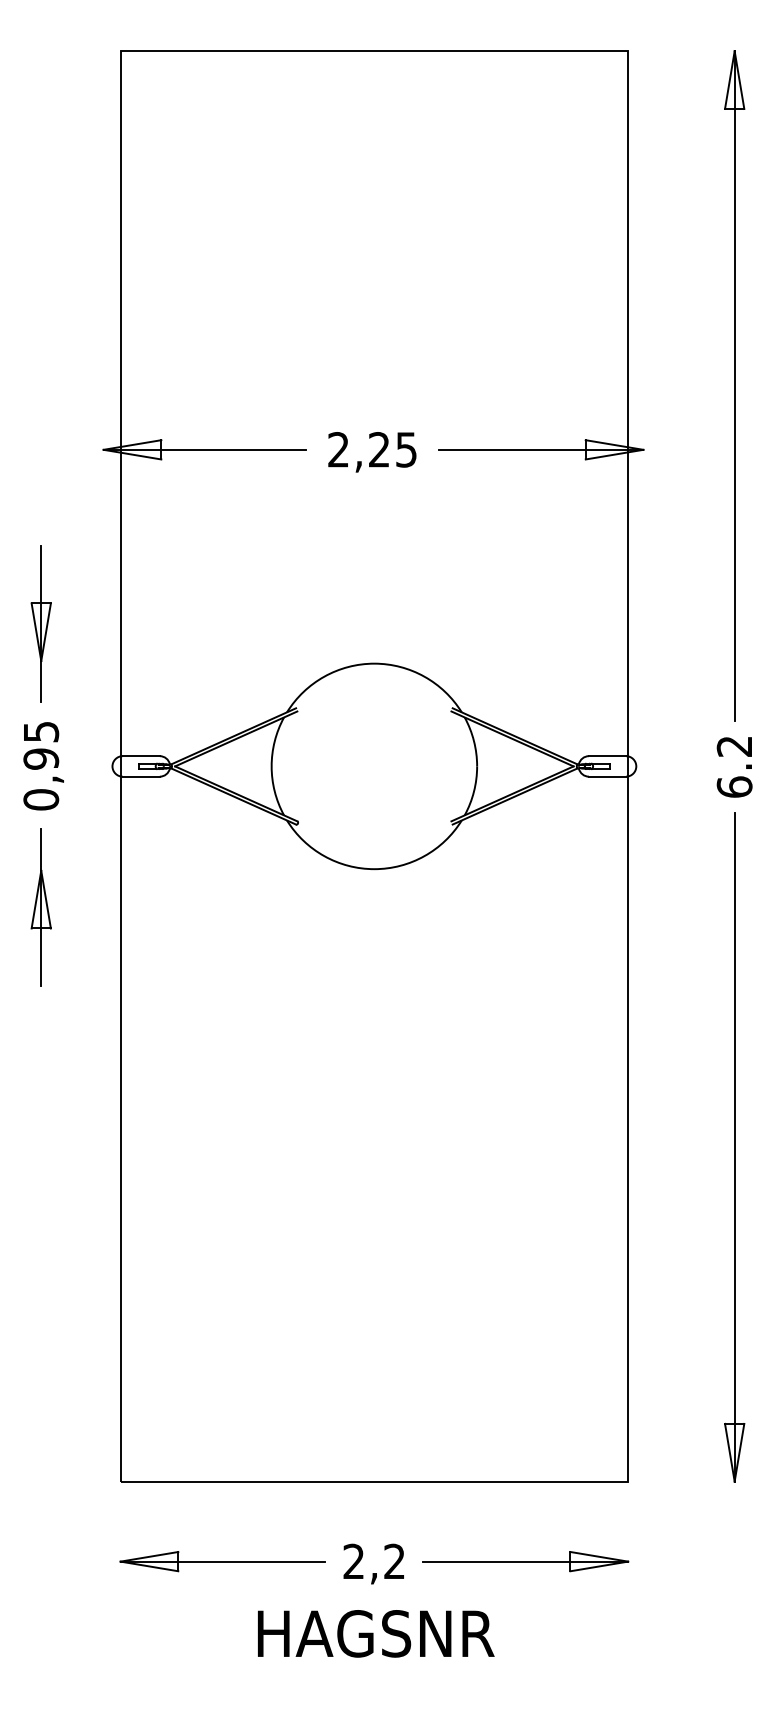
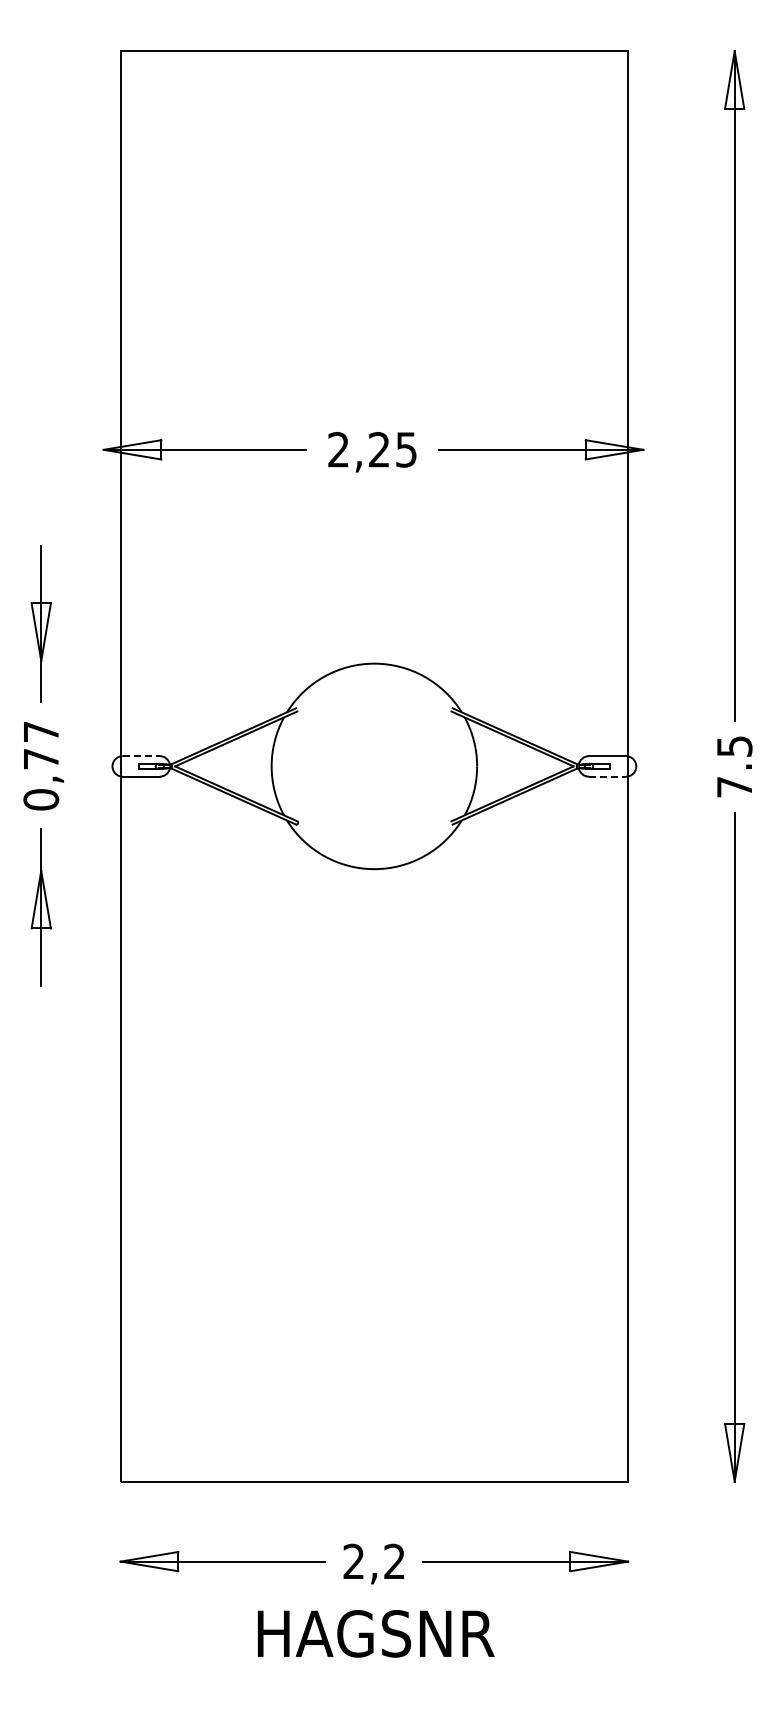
text at (41, 745): 0,95 -> 0,77
line at (141, 756): solid -> dashed
text at (734, 766): 6.2 -> 7.5
line at (607, 776): solid -> dashed
